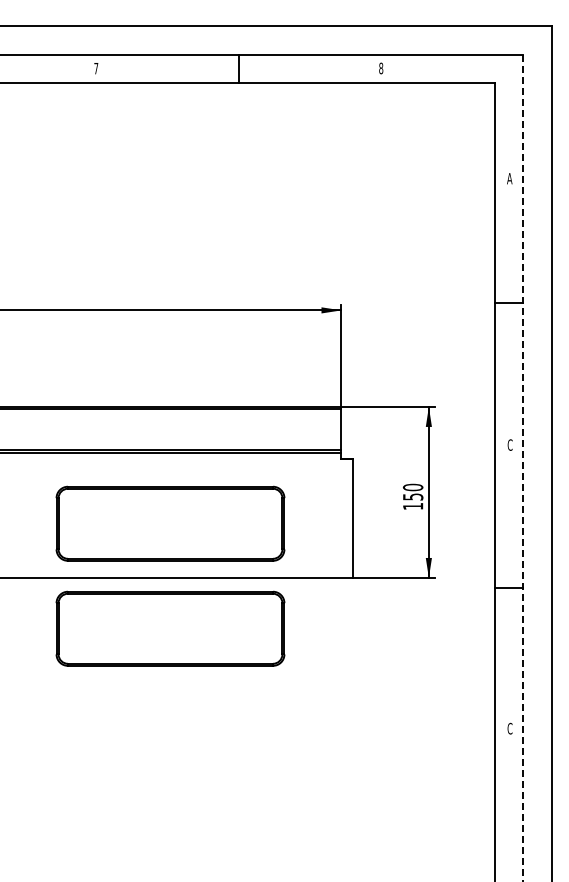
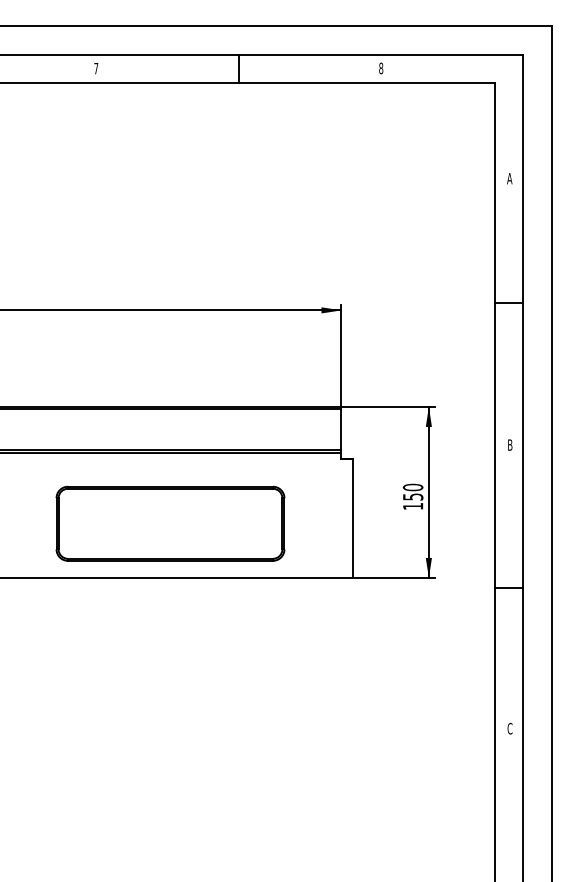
text at (509, 444): C -> B
line at (523, 468): dashed -> solid
part at (170, 628): present -> none
